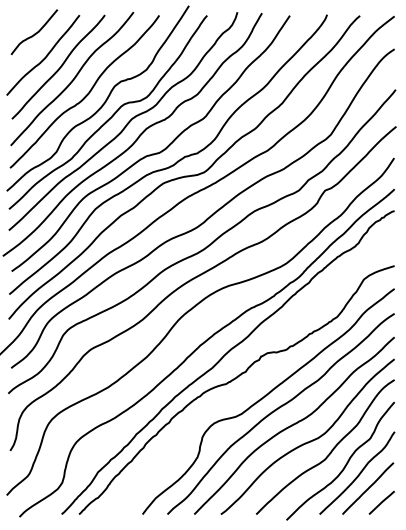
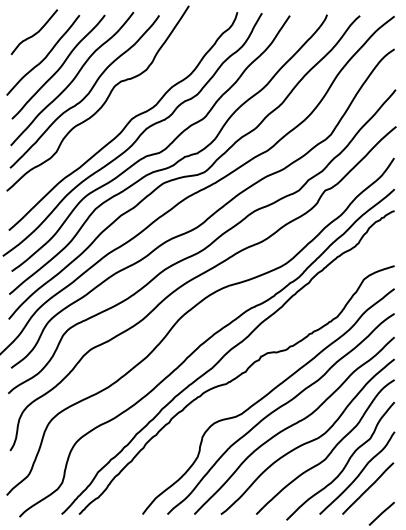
curve at (111, 115): present -> none
line at (381, 502) position: (381, 502) -> (381, 513)
